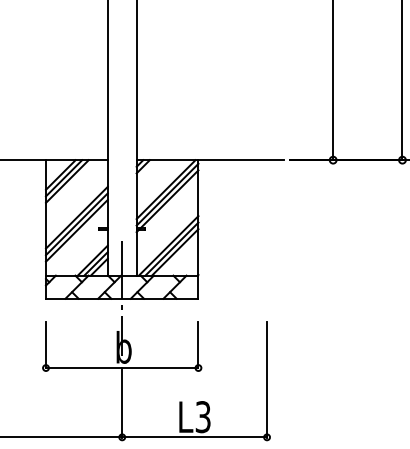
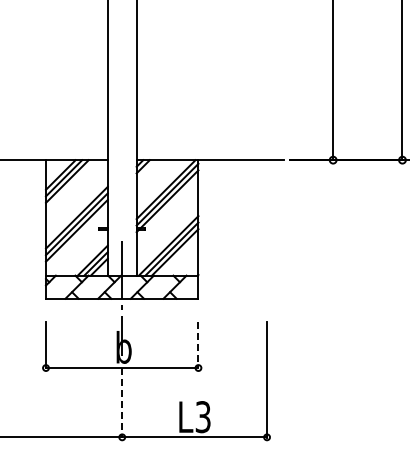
line at (198, 345): solid -> dashed
line at (122, 402): solid -> dashed
